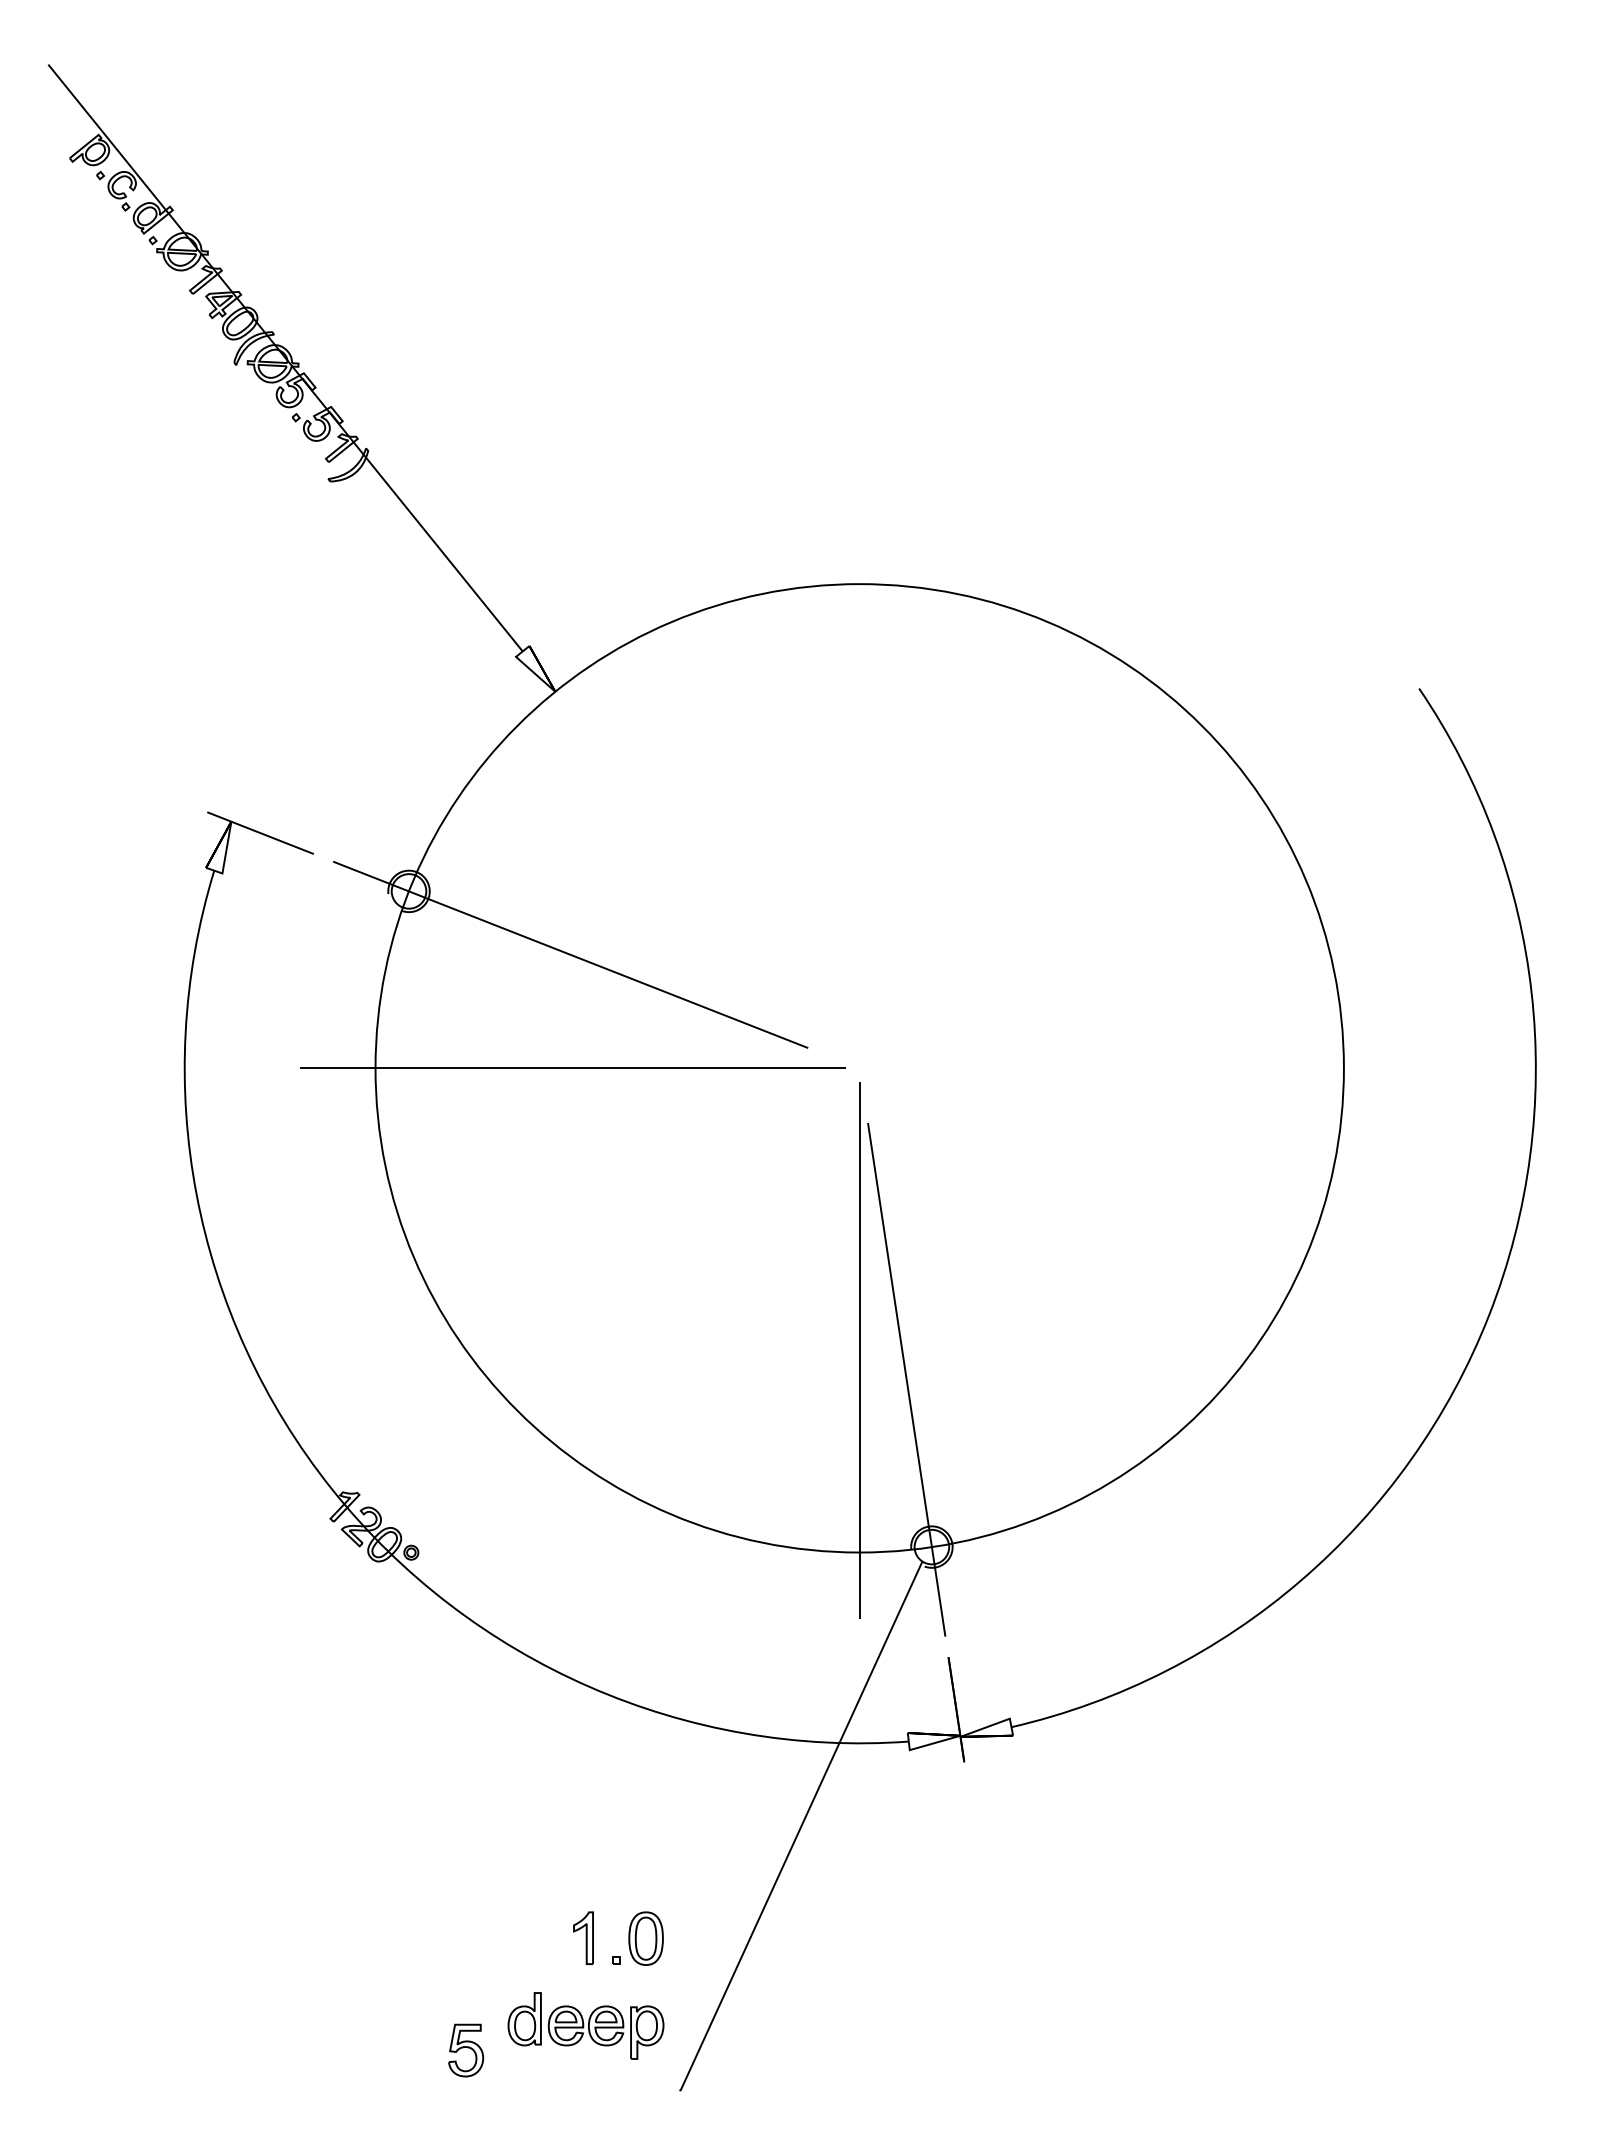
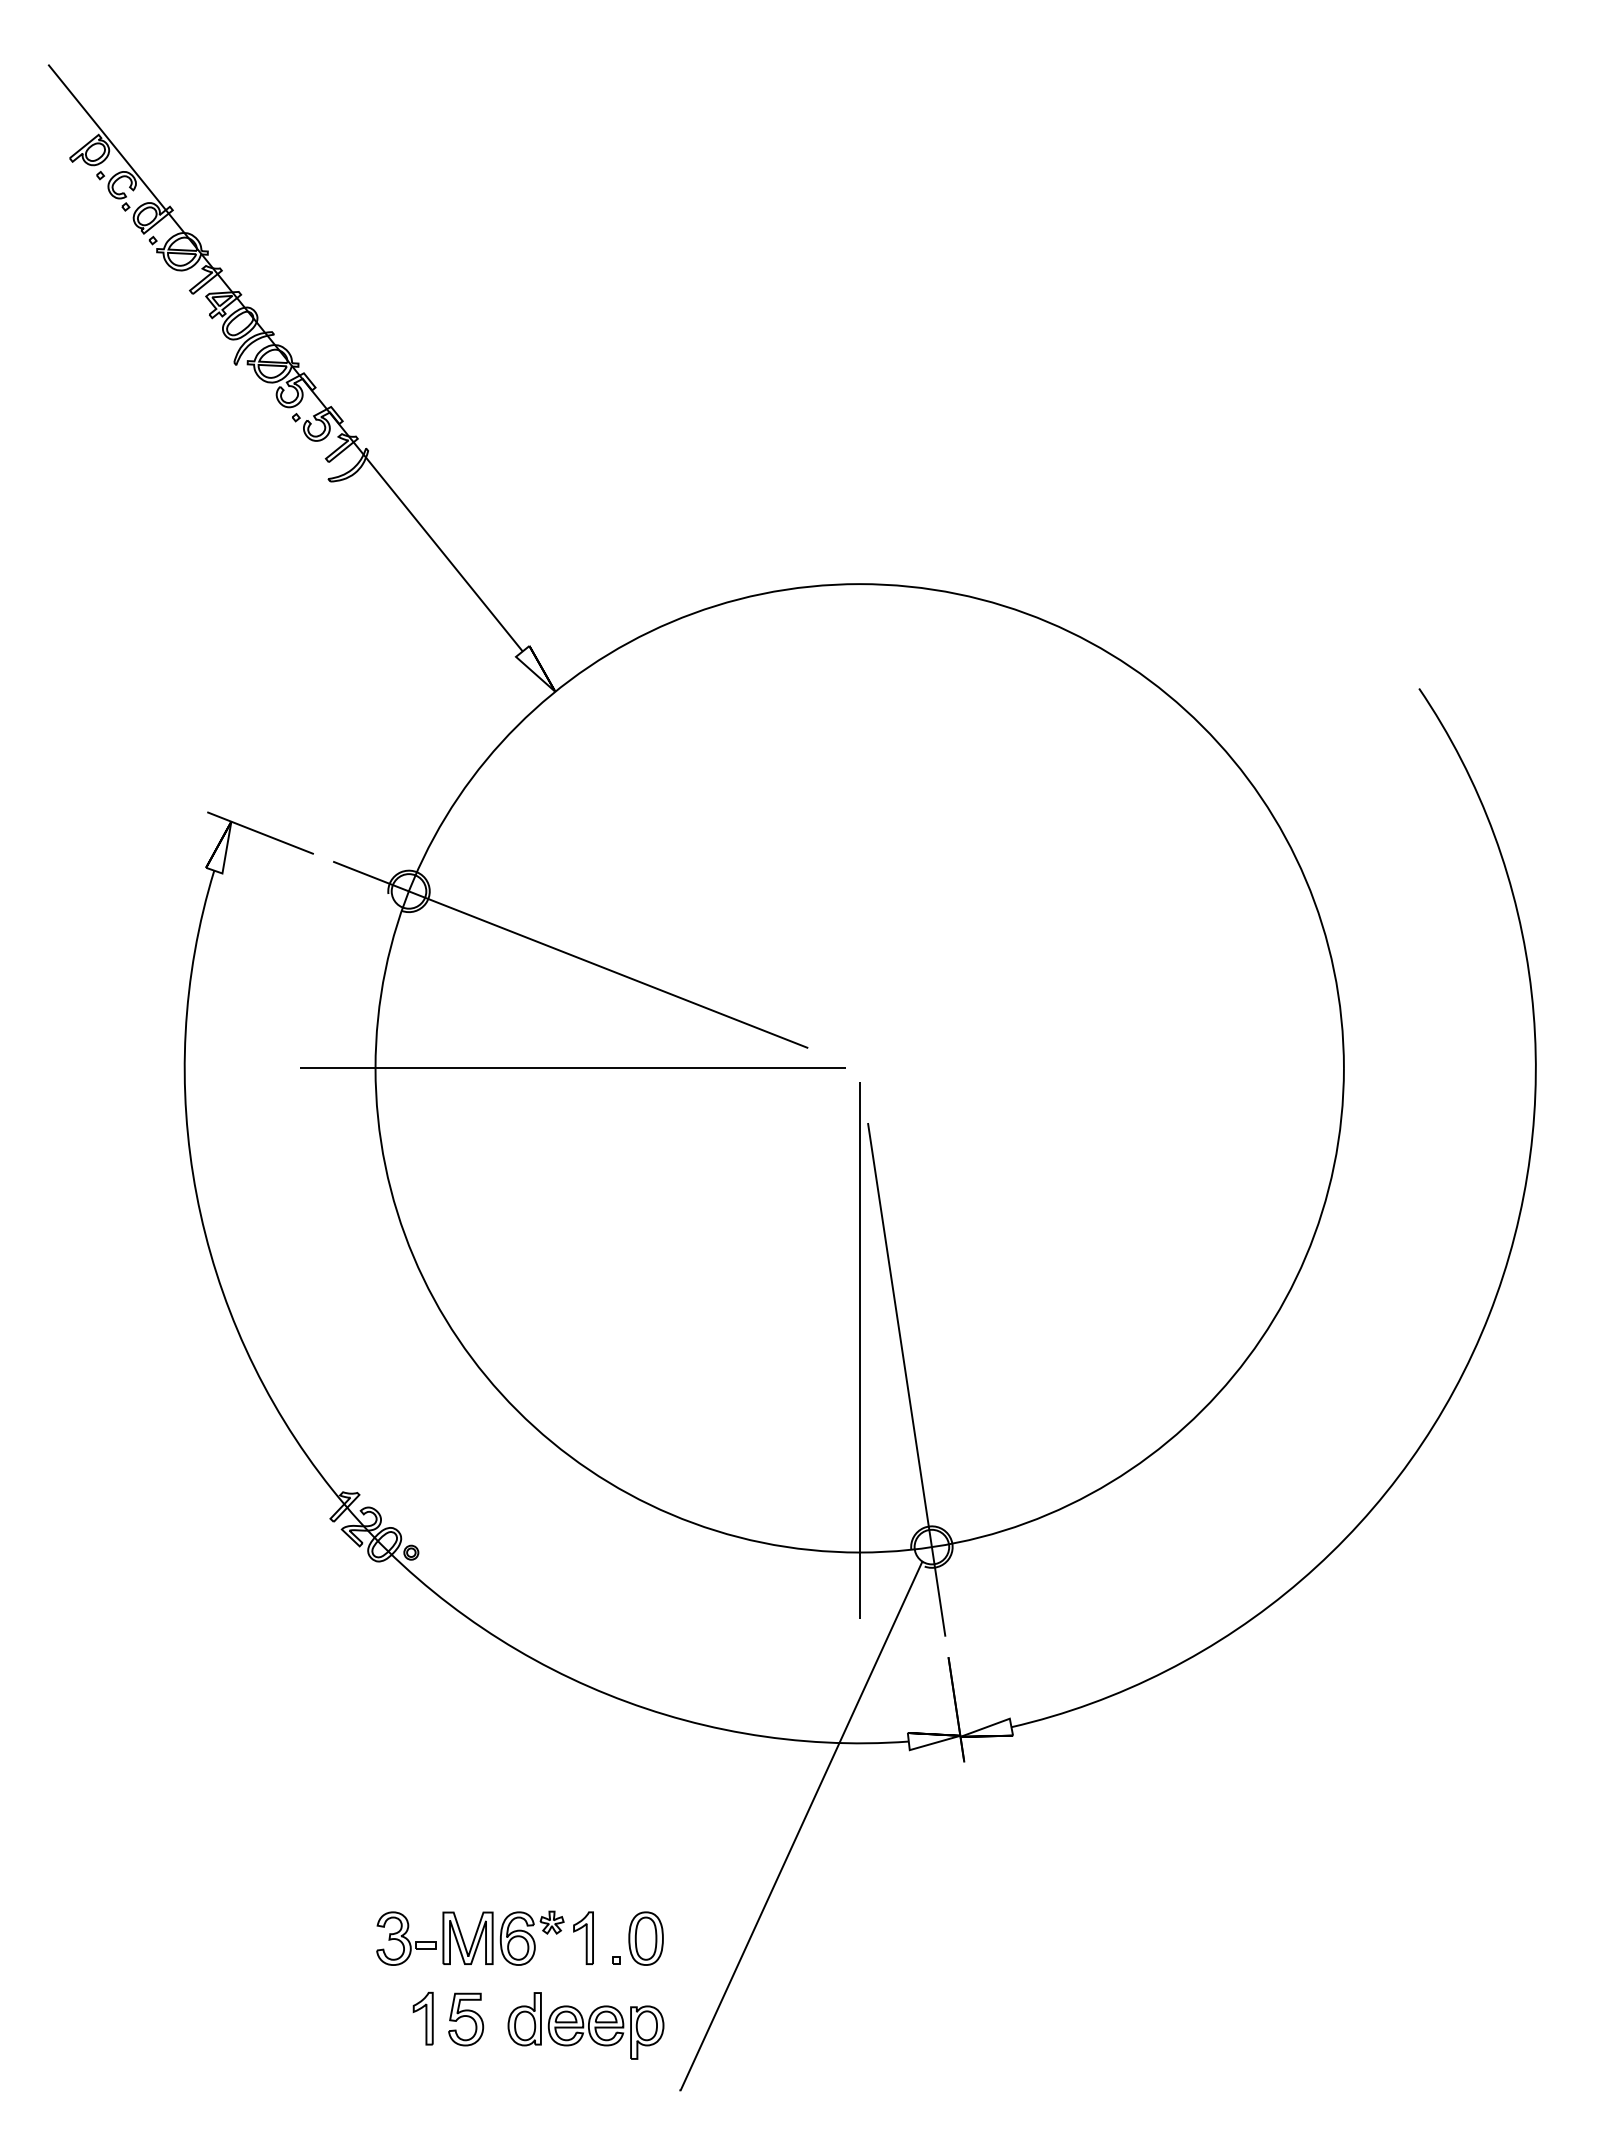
part at (470, 1937): none -> present
part at (422, 2018): none -> present
part at (466, 2050) position: (466, 2050) -> (466, 2019)
